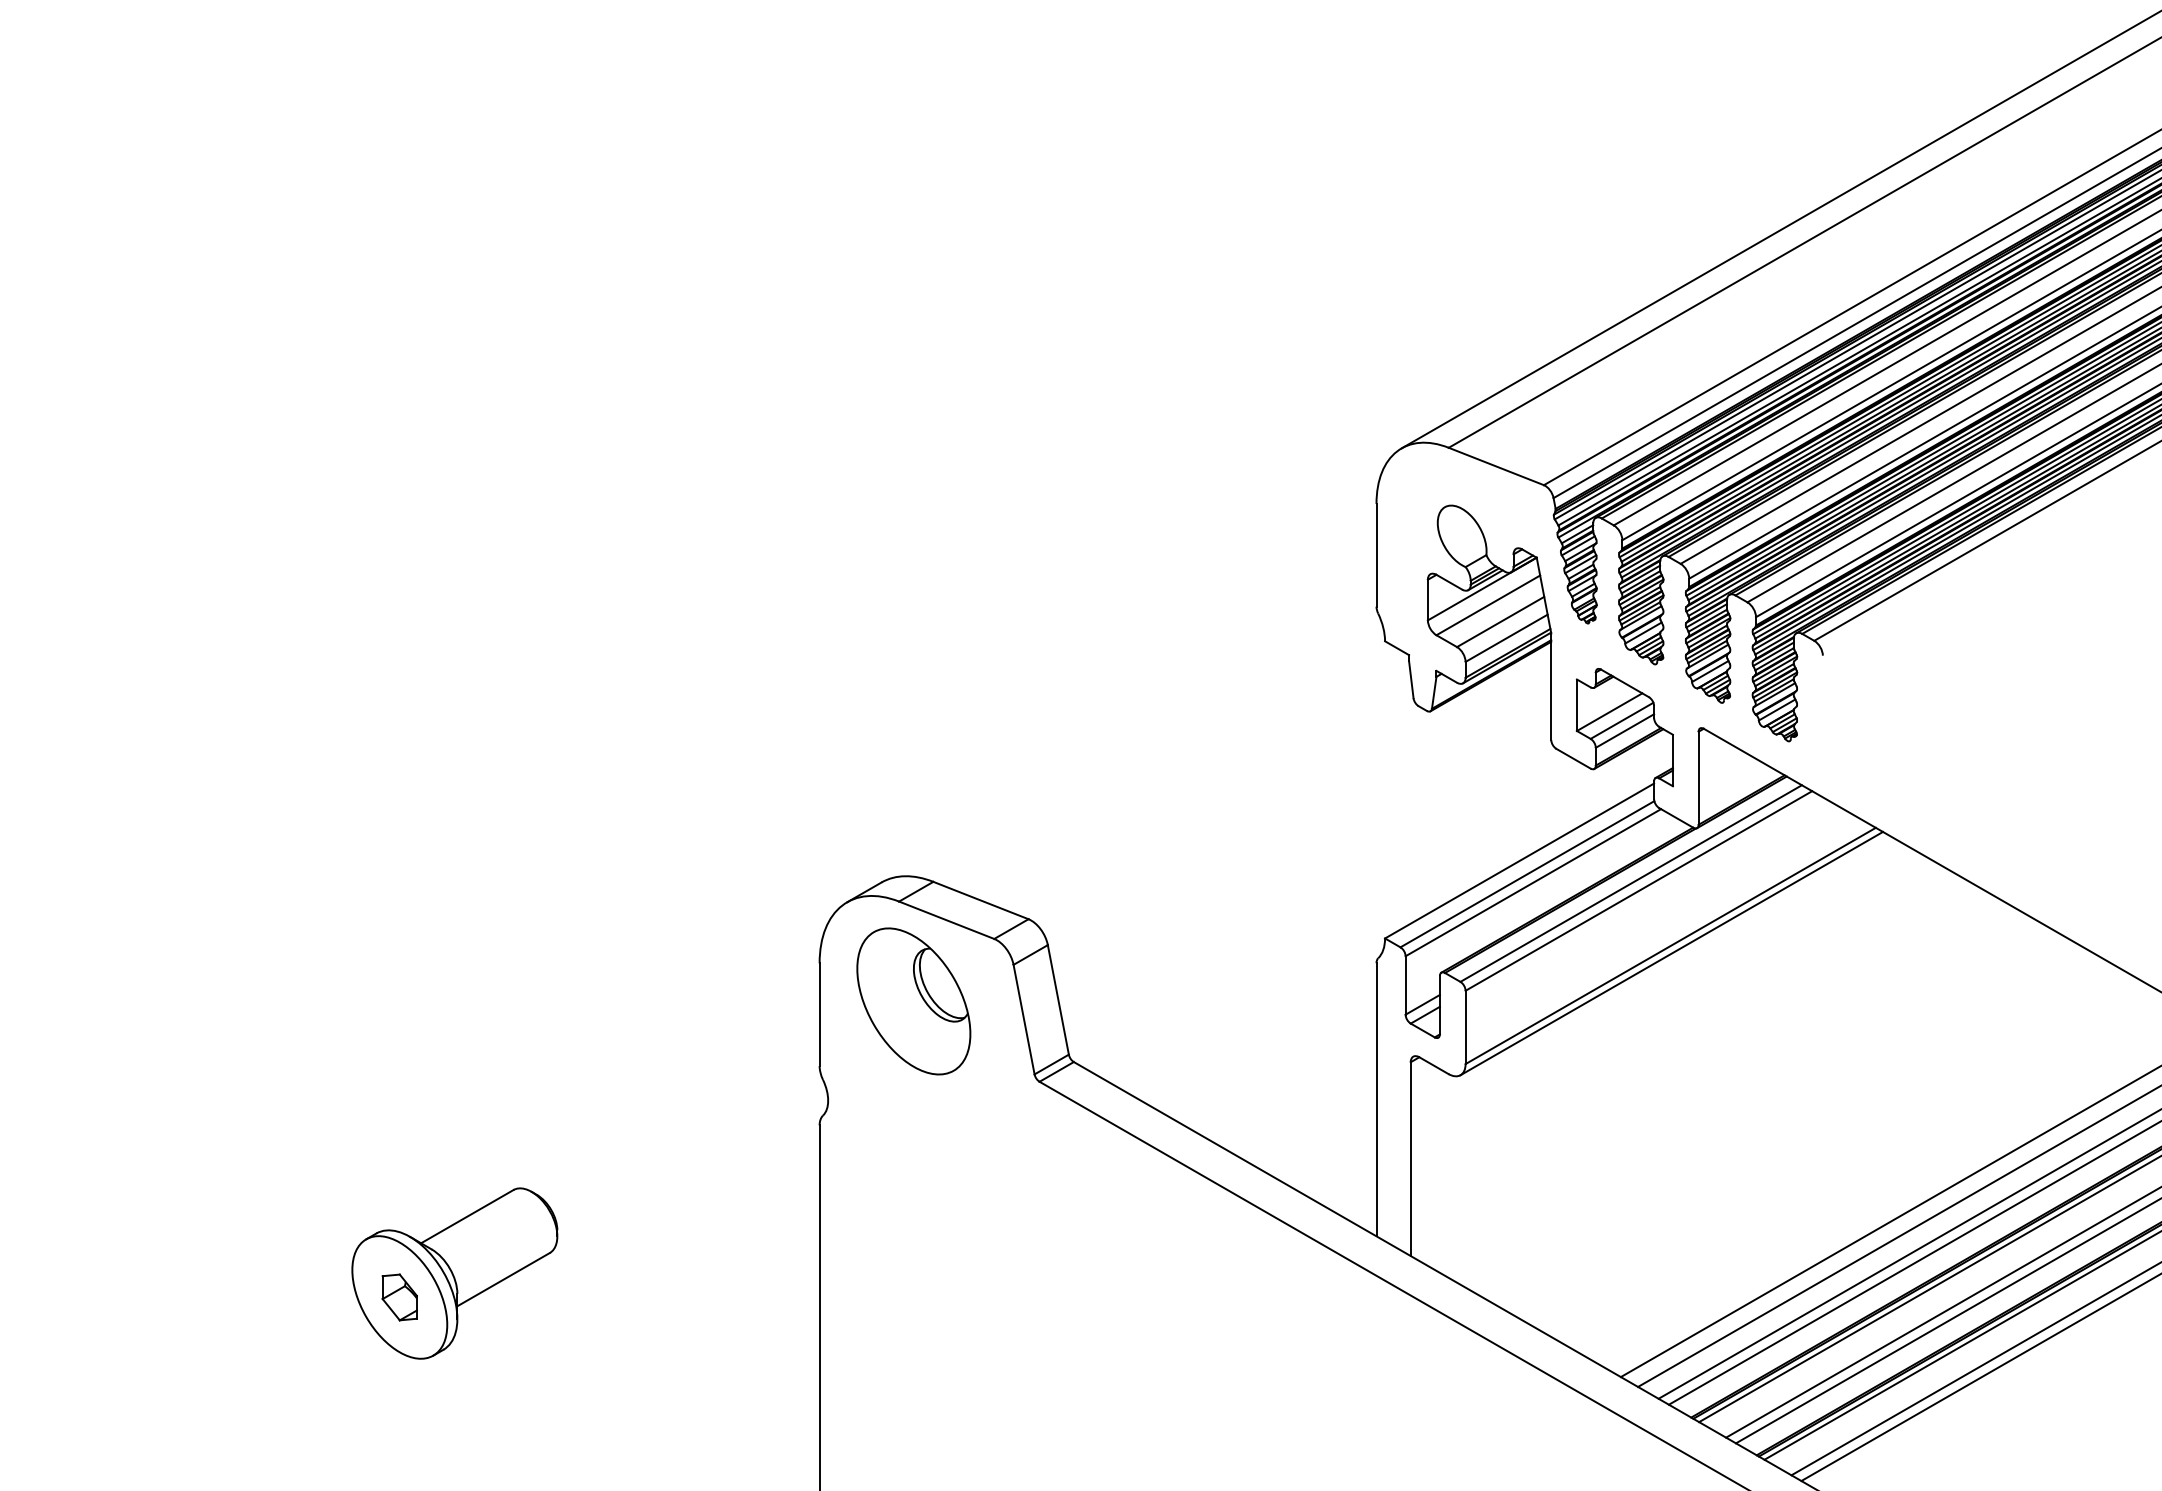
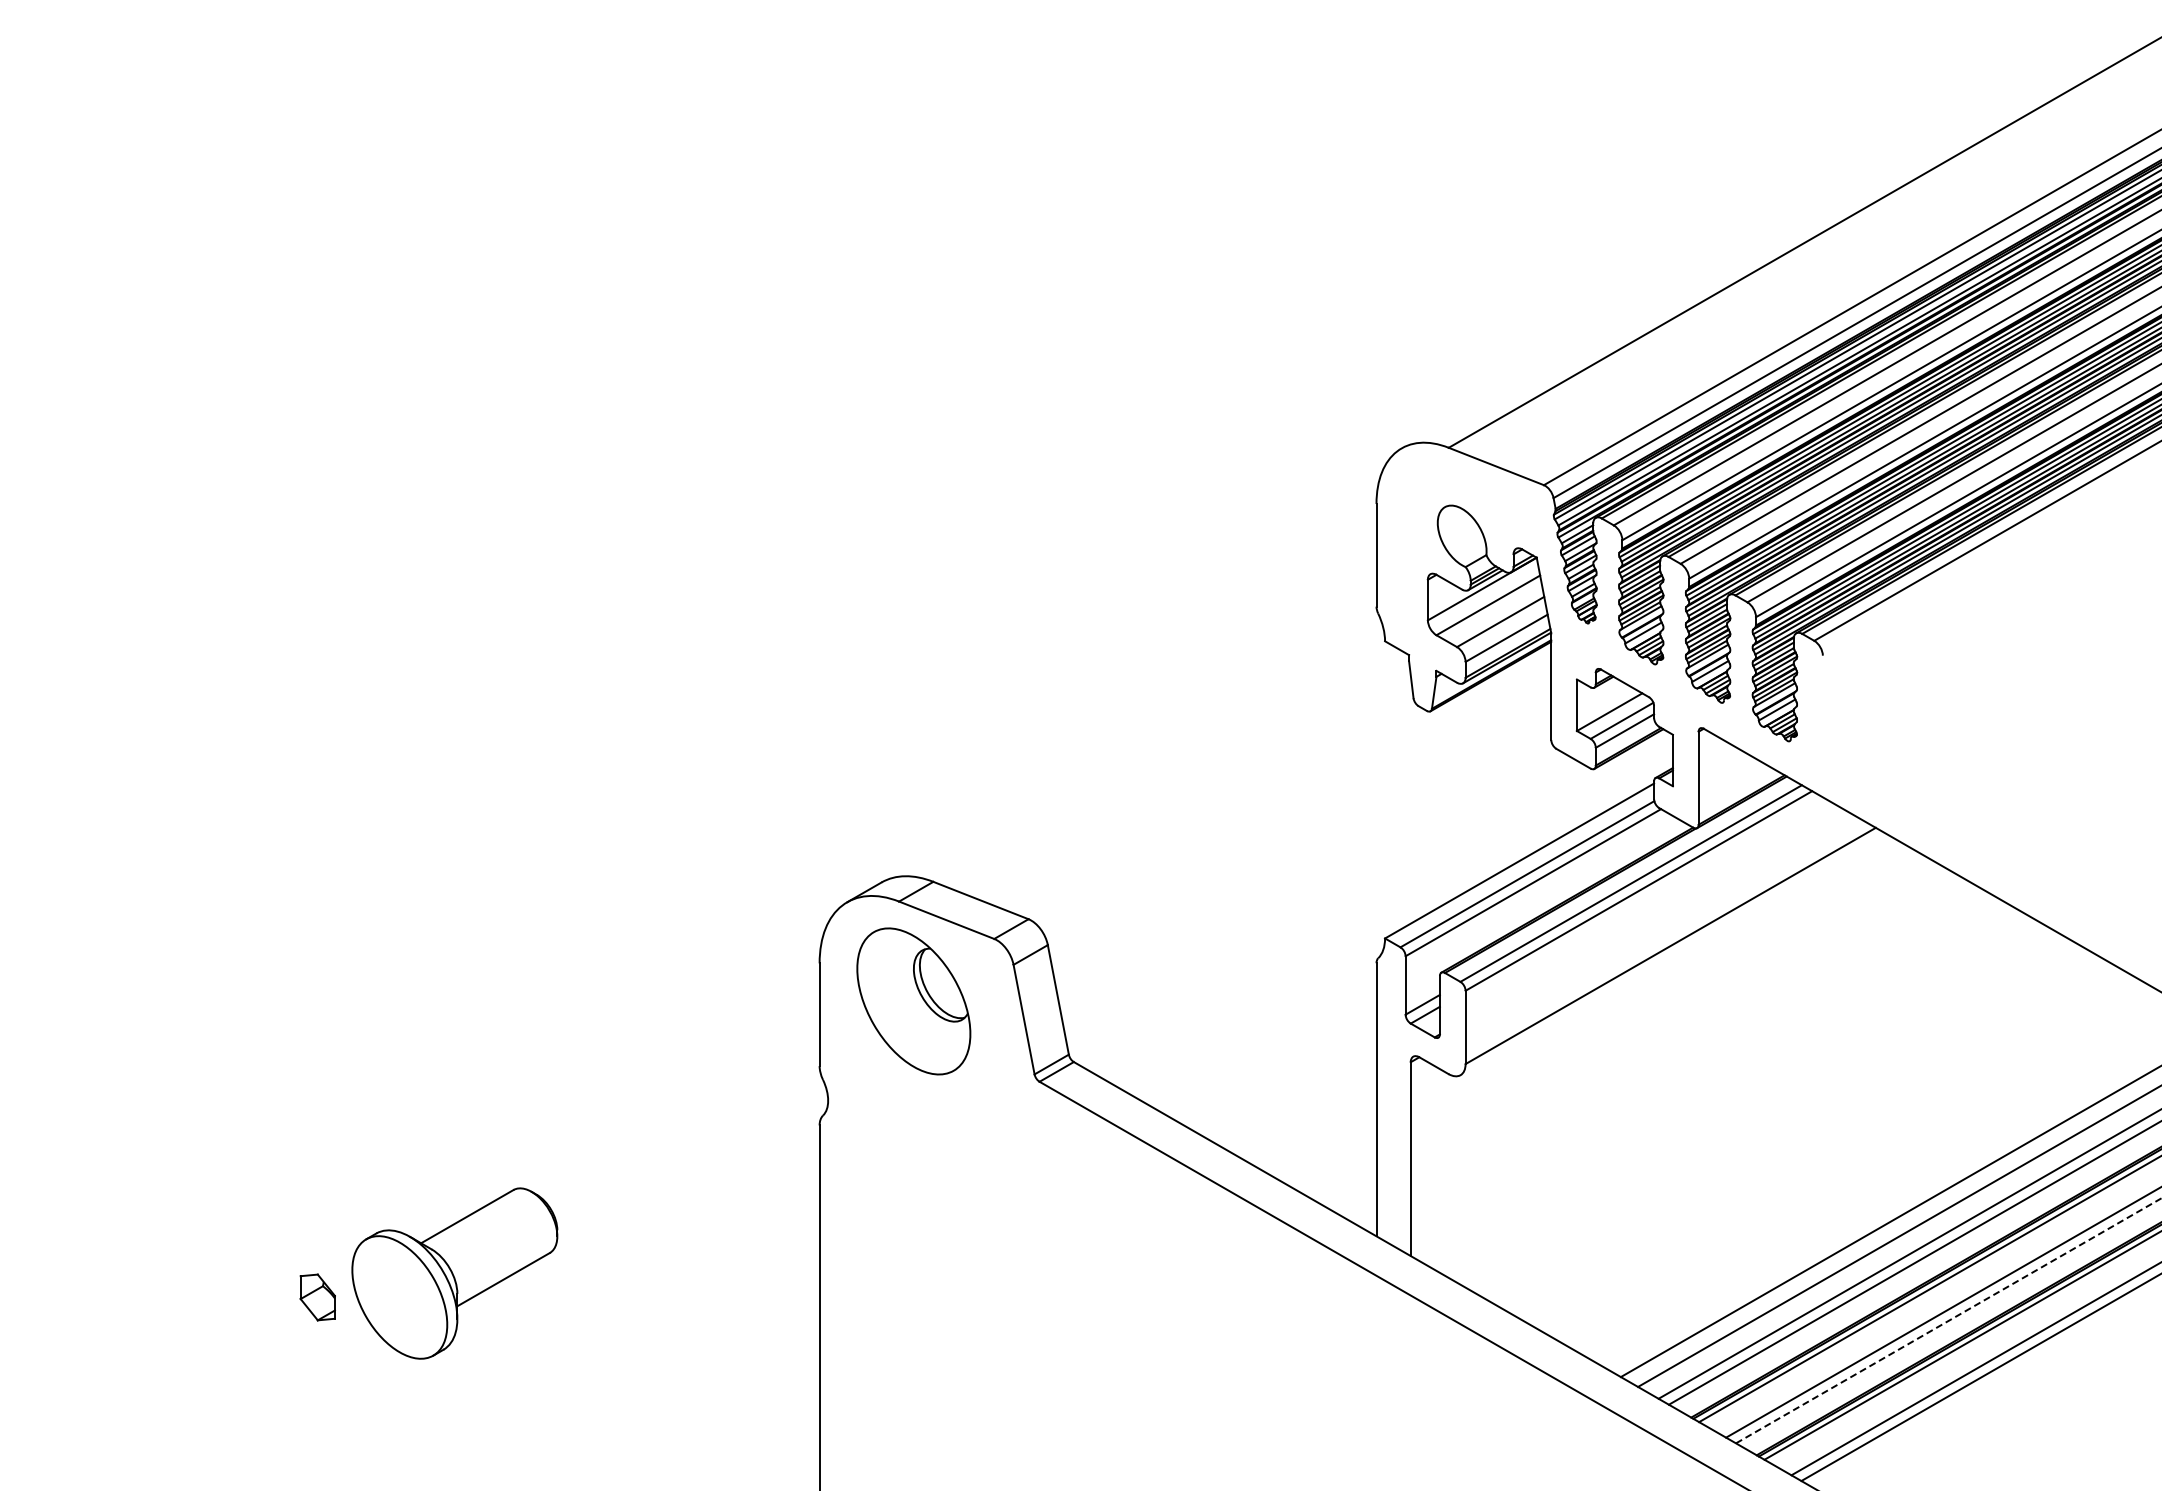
line at (1779, 230): present -> none
line at (1671, 953): present -> none
part at (399, 1297) position: (399, 1297) -> (317, 1297)
line at (1948, 1320): solid -> dashed
